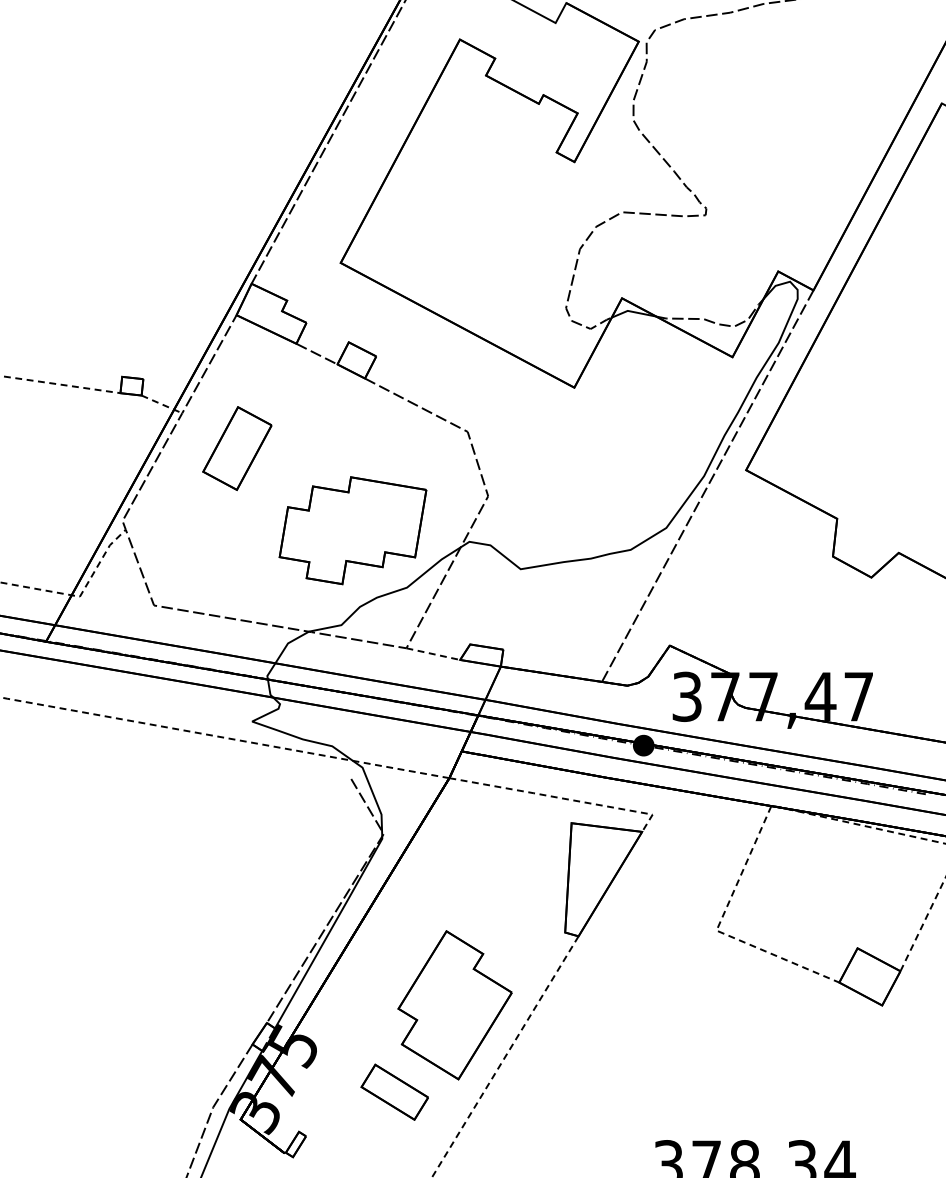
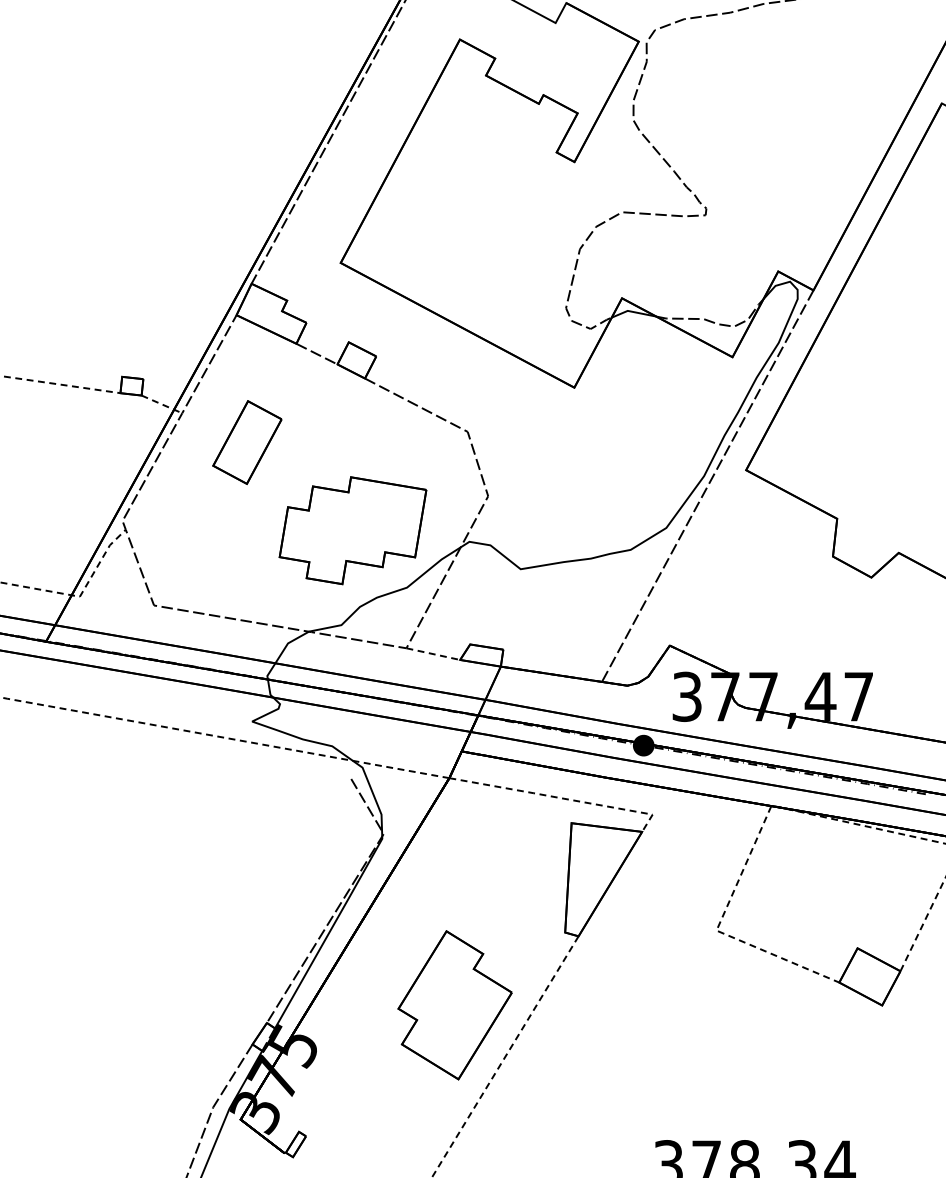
part at (237, 448) position: (237, 448) -> (247, 442)
part at (394, 1091): present -> none
